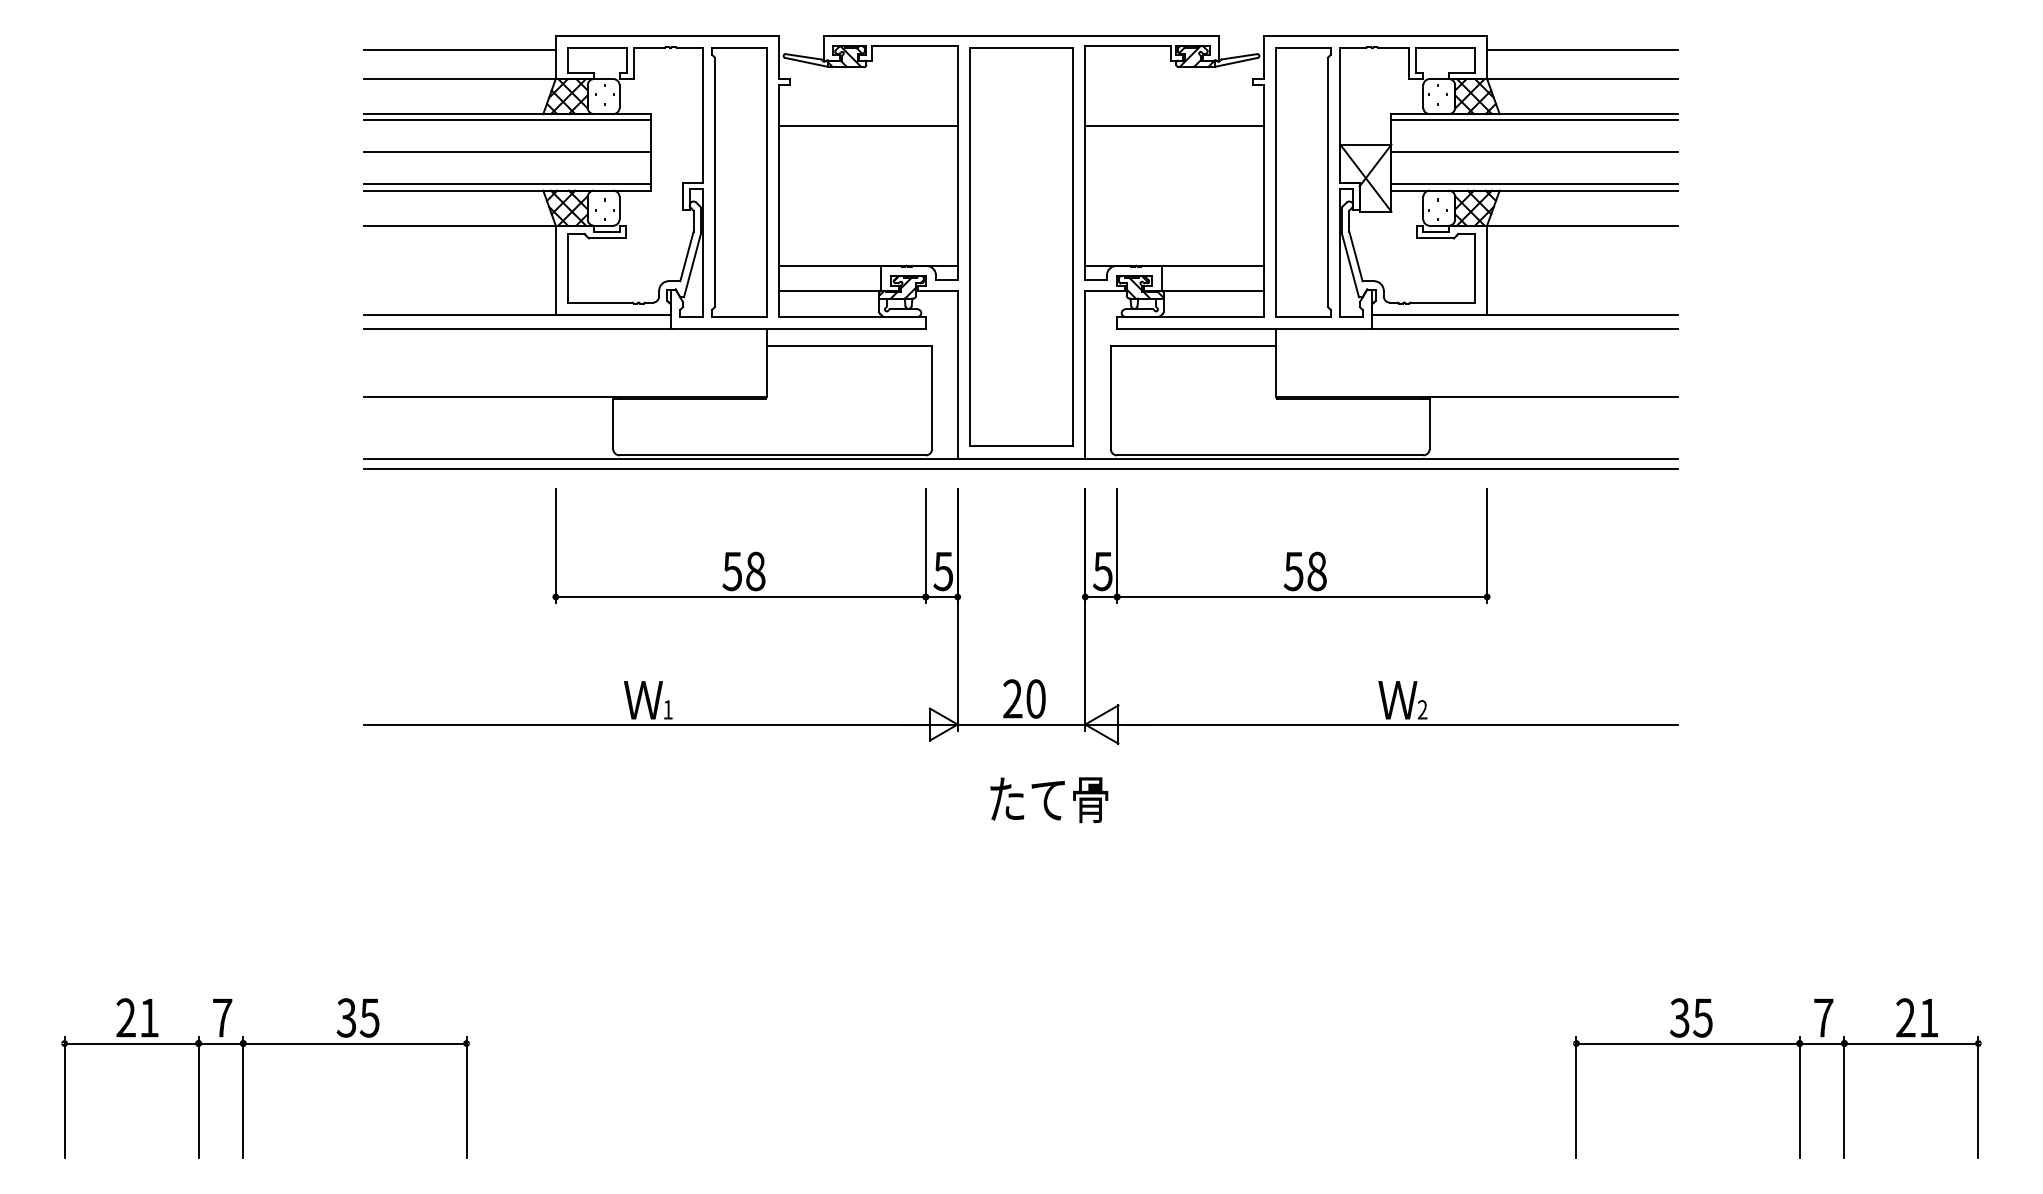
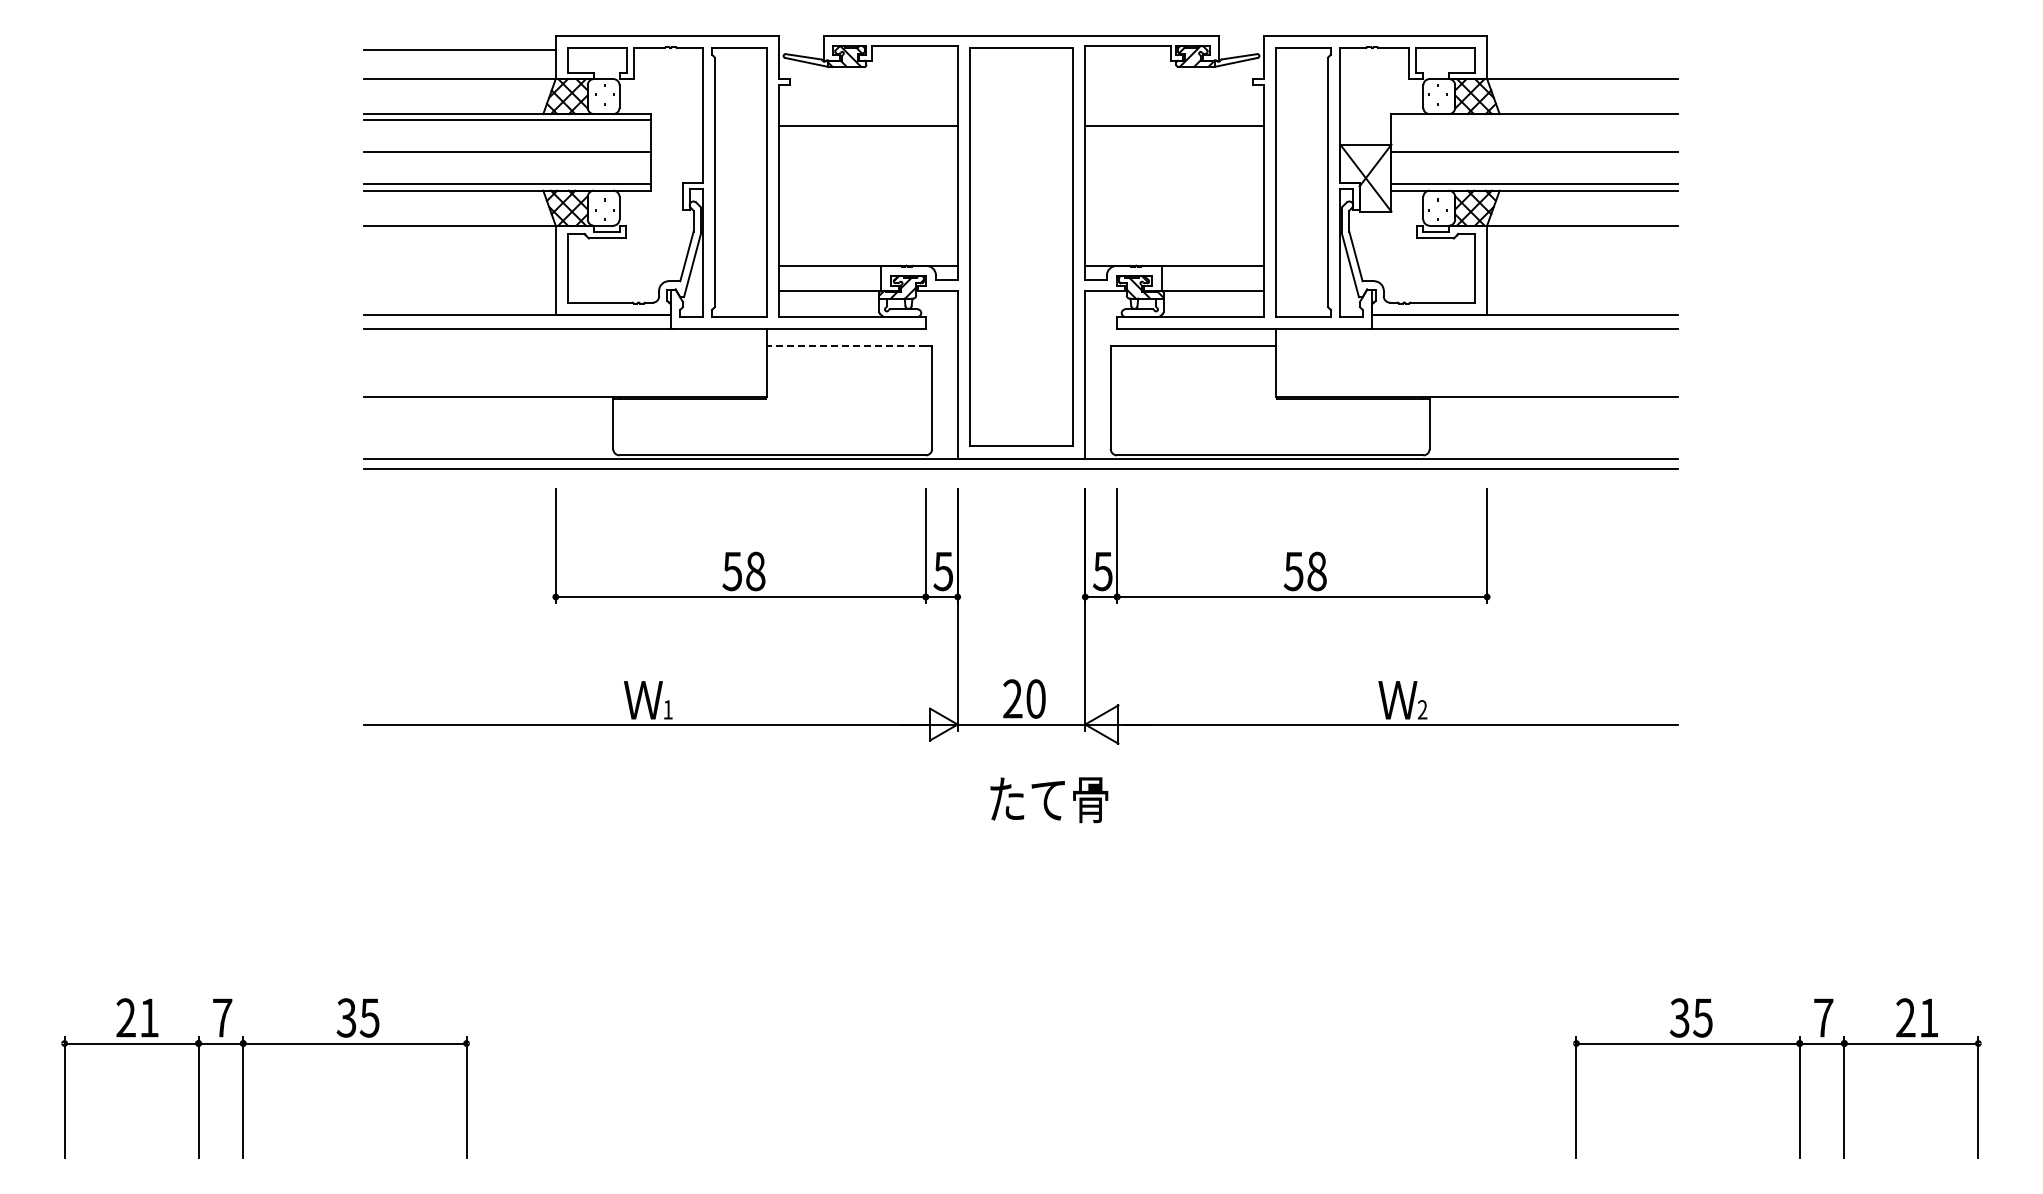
line at (1582, 49): present -> none
line at (1534, 120): present -> none
line at (846, 345): solid -> dashed
